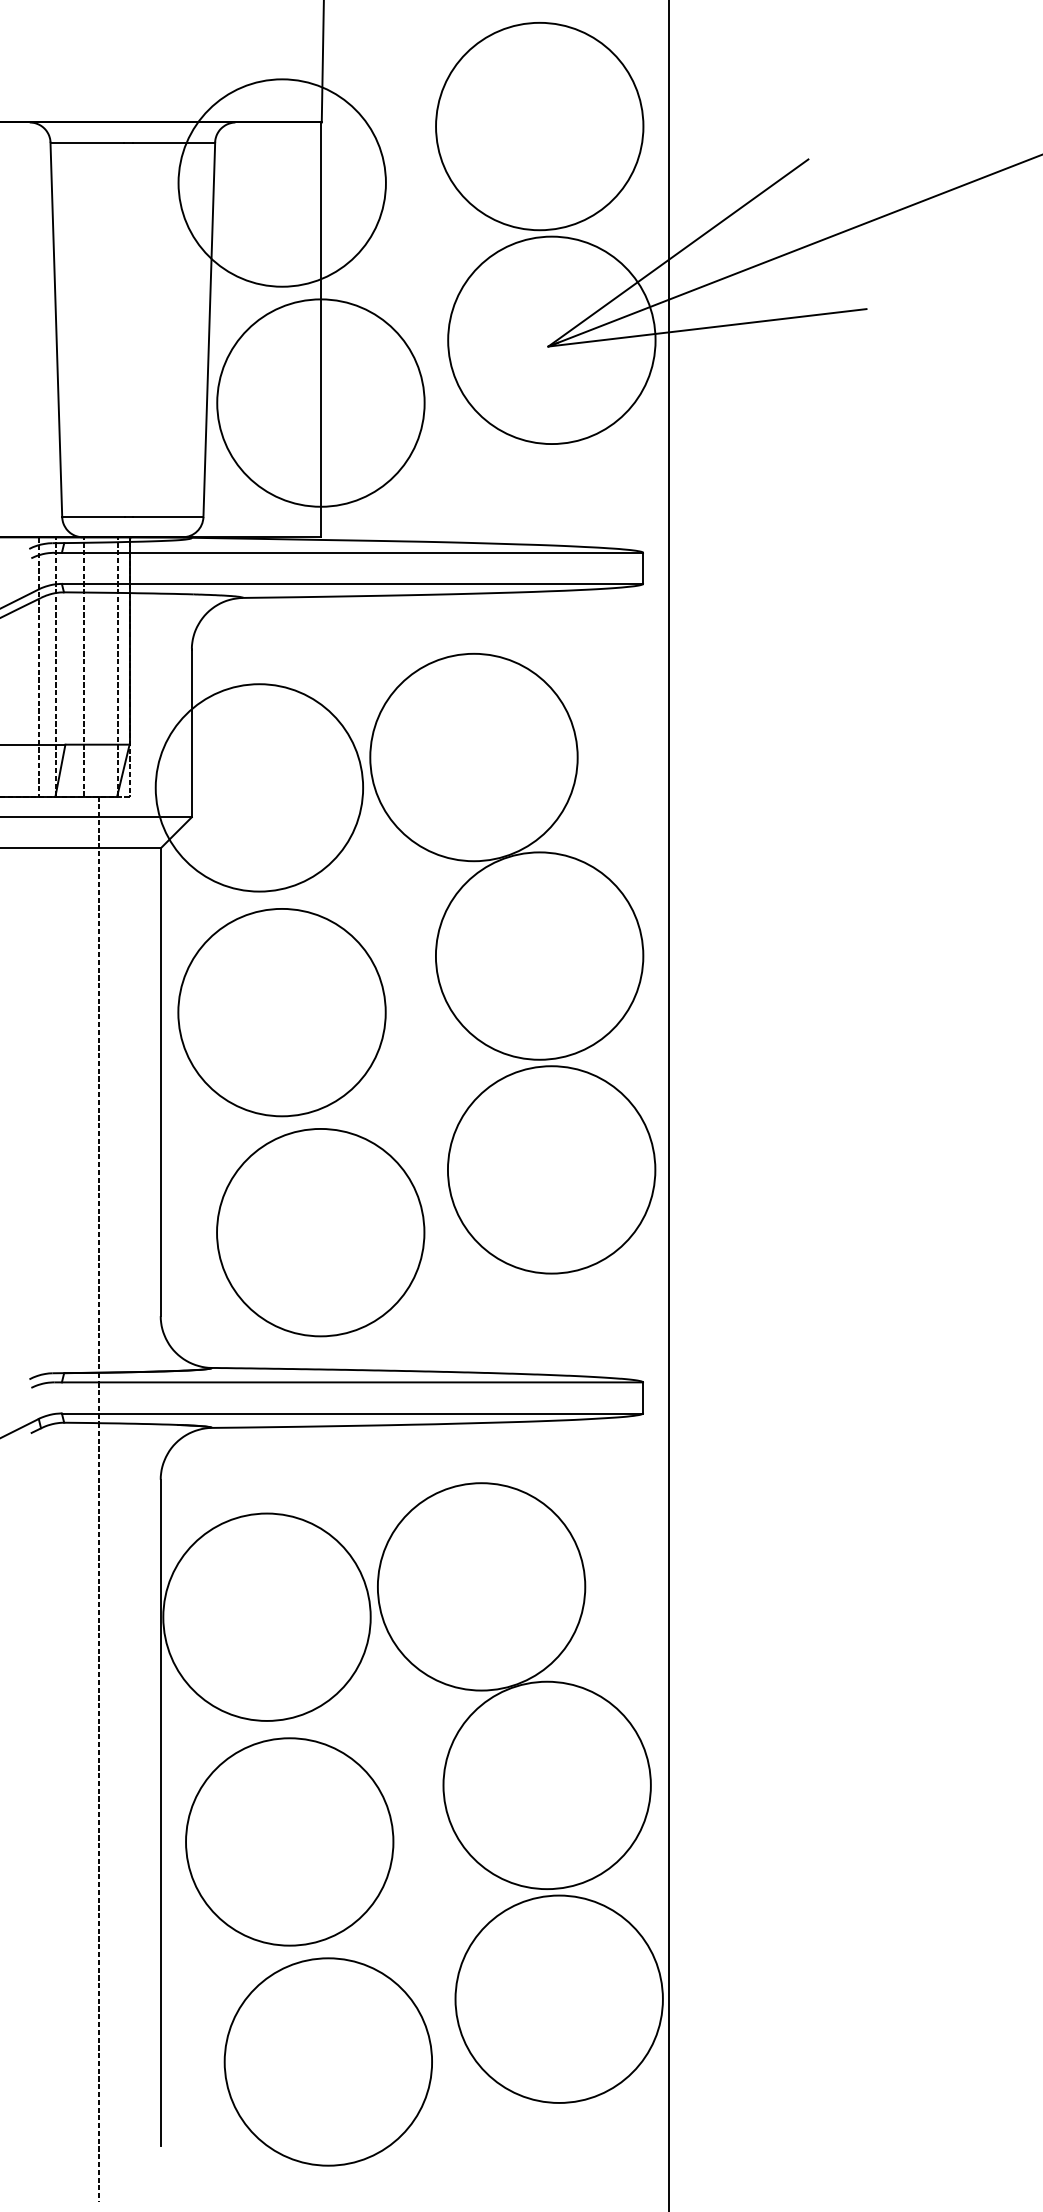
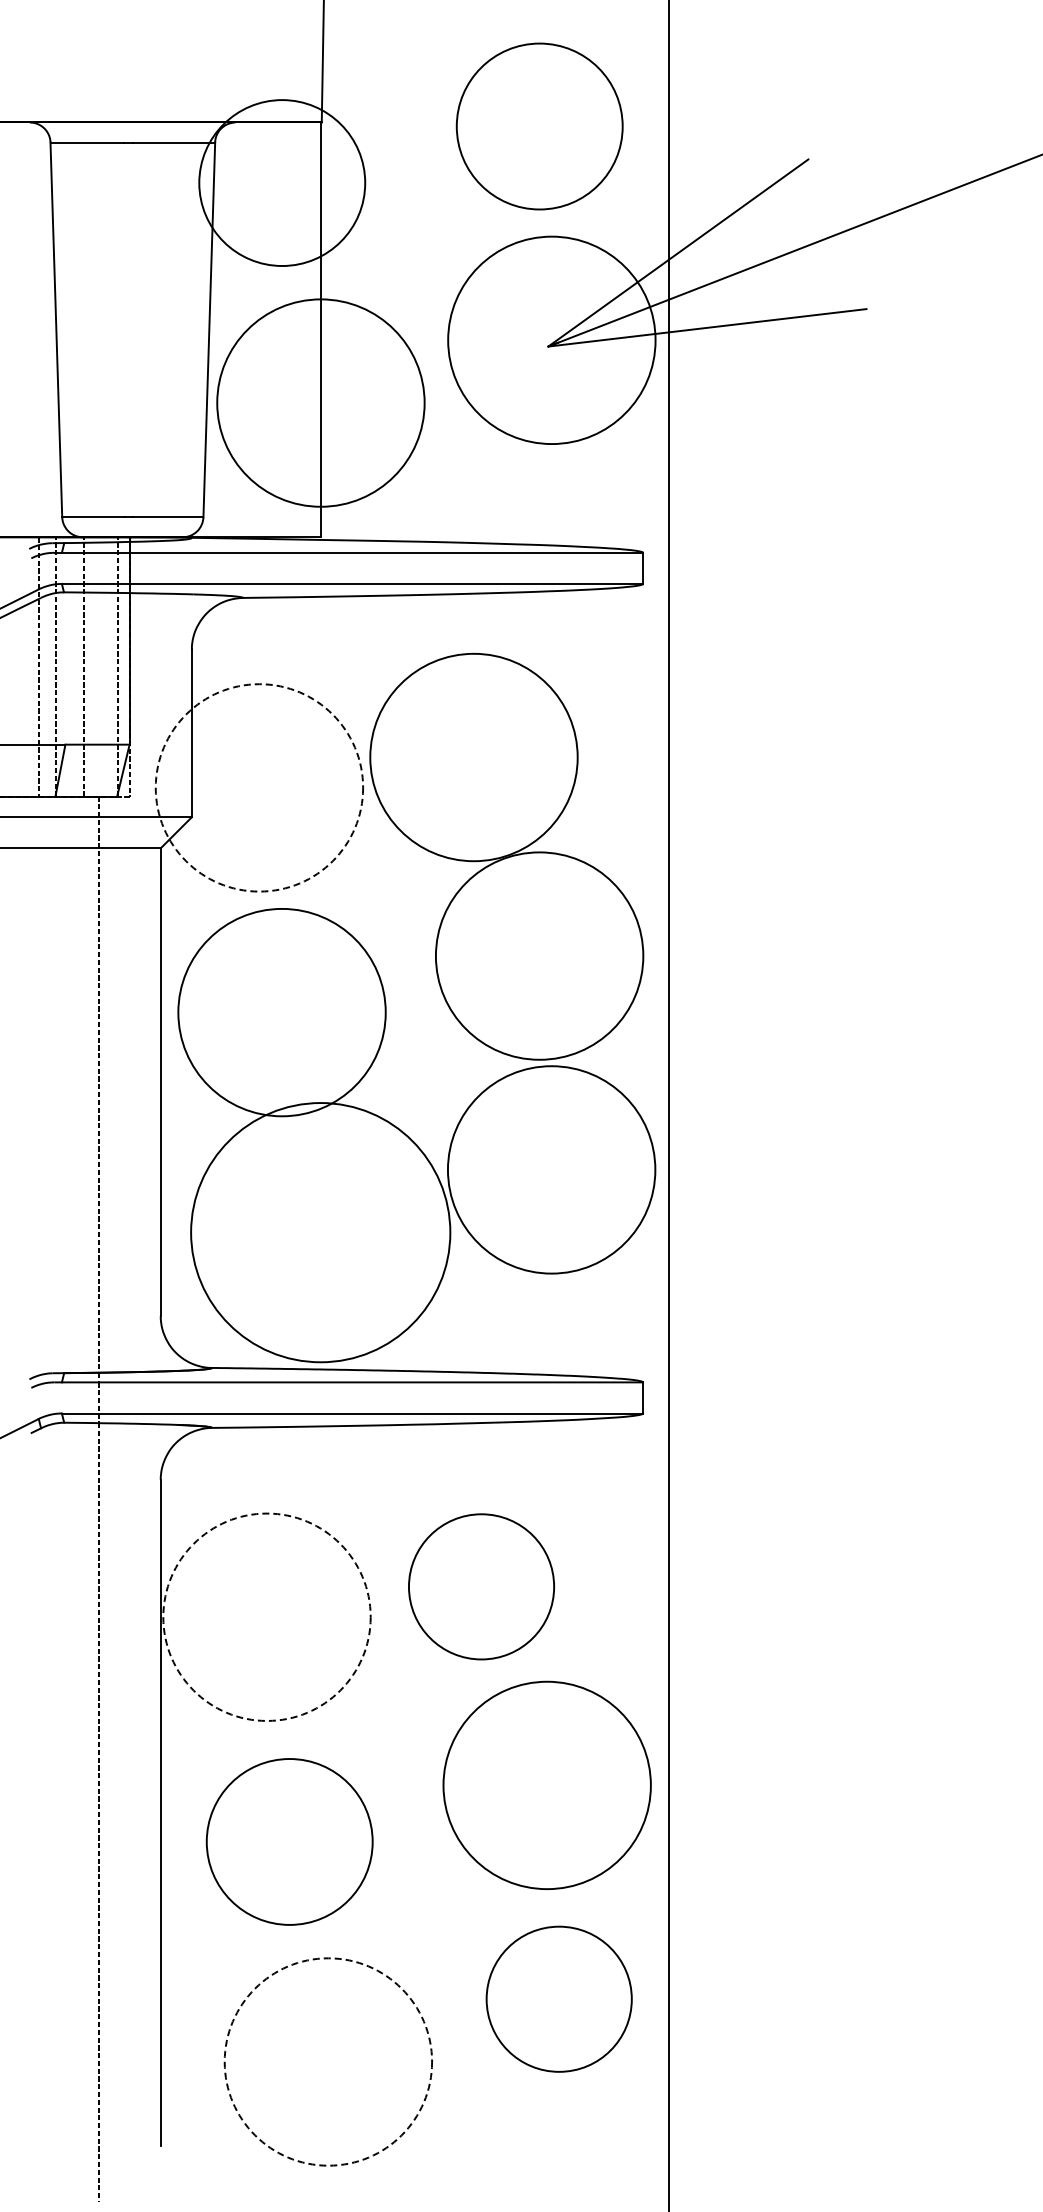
circle at (539, 126) diameter: 207 px -> 166 px
circle at (281, 182) diameter: 207 px -> 166 px
circle at (259, 787): solid -> dashed
circle at (320, 1232) diameter: 207 px -> 259 px
circle at (481, 1586) diameter: 207 px -> 145 px
circle at (266, 1616): solid -> dashed
circle at (289, 1841) diameter: 207 px -> 166 px
circle at (558, 1998) diameter: 207 px -> 145 px
circle at (328, 2061): solid -> dashed
